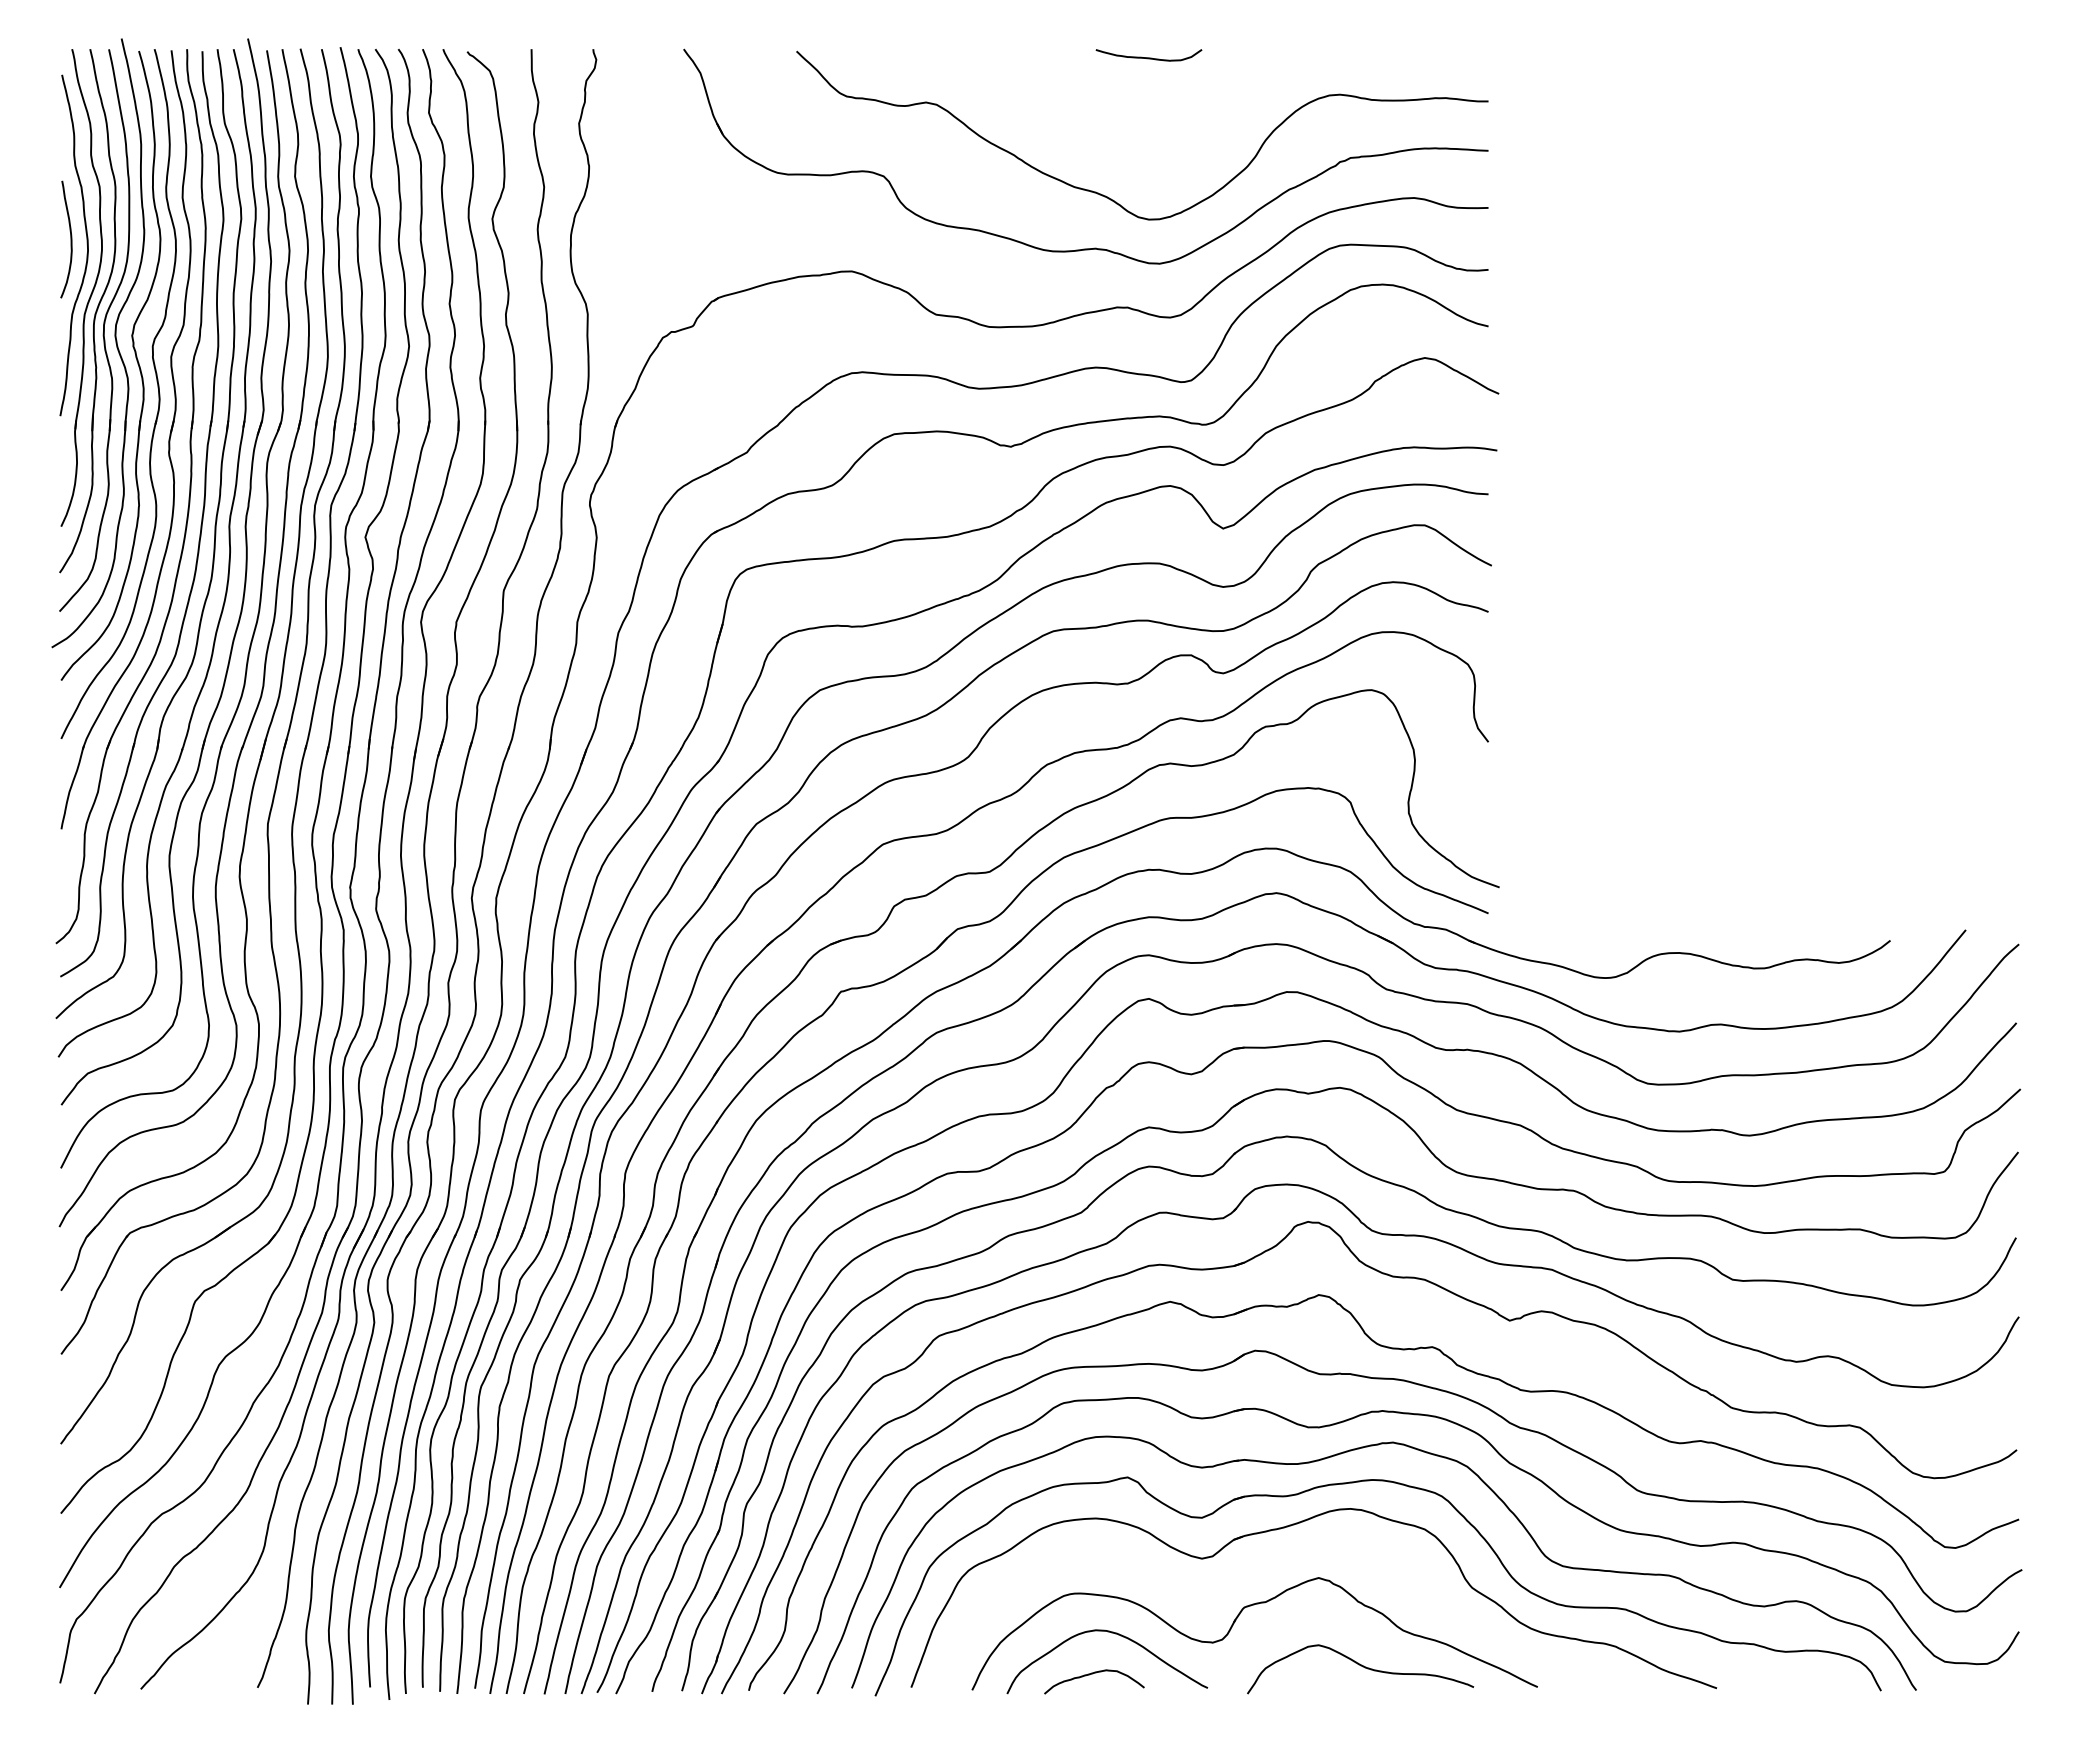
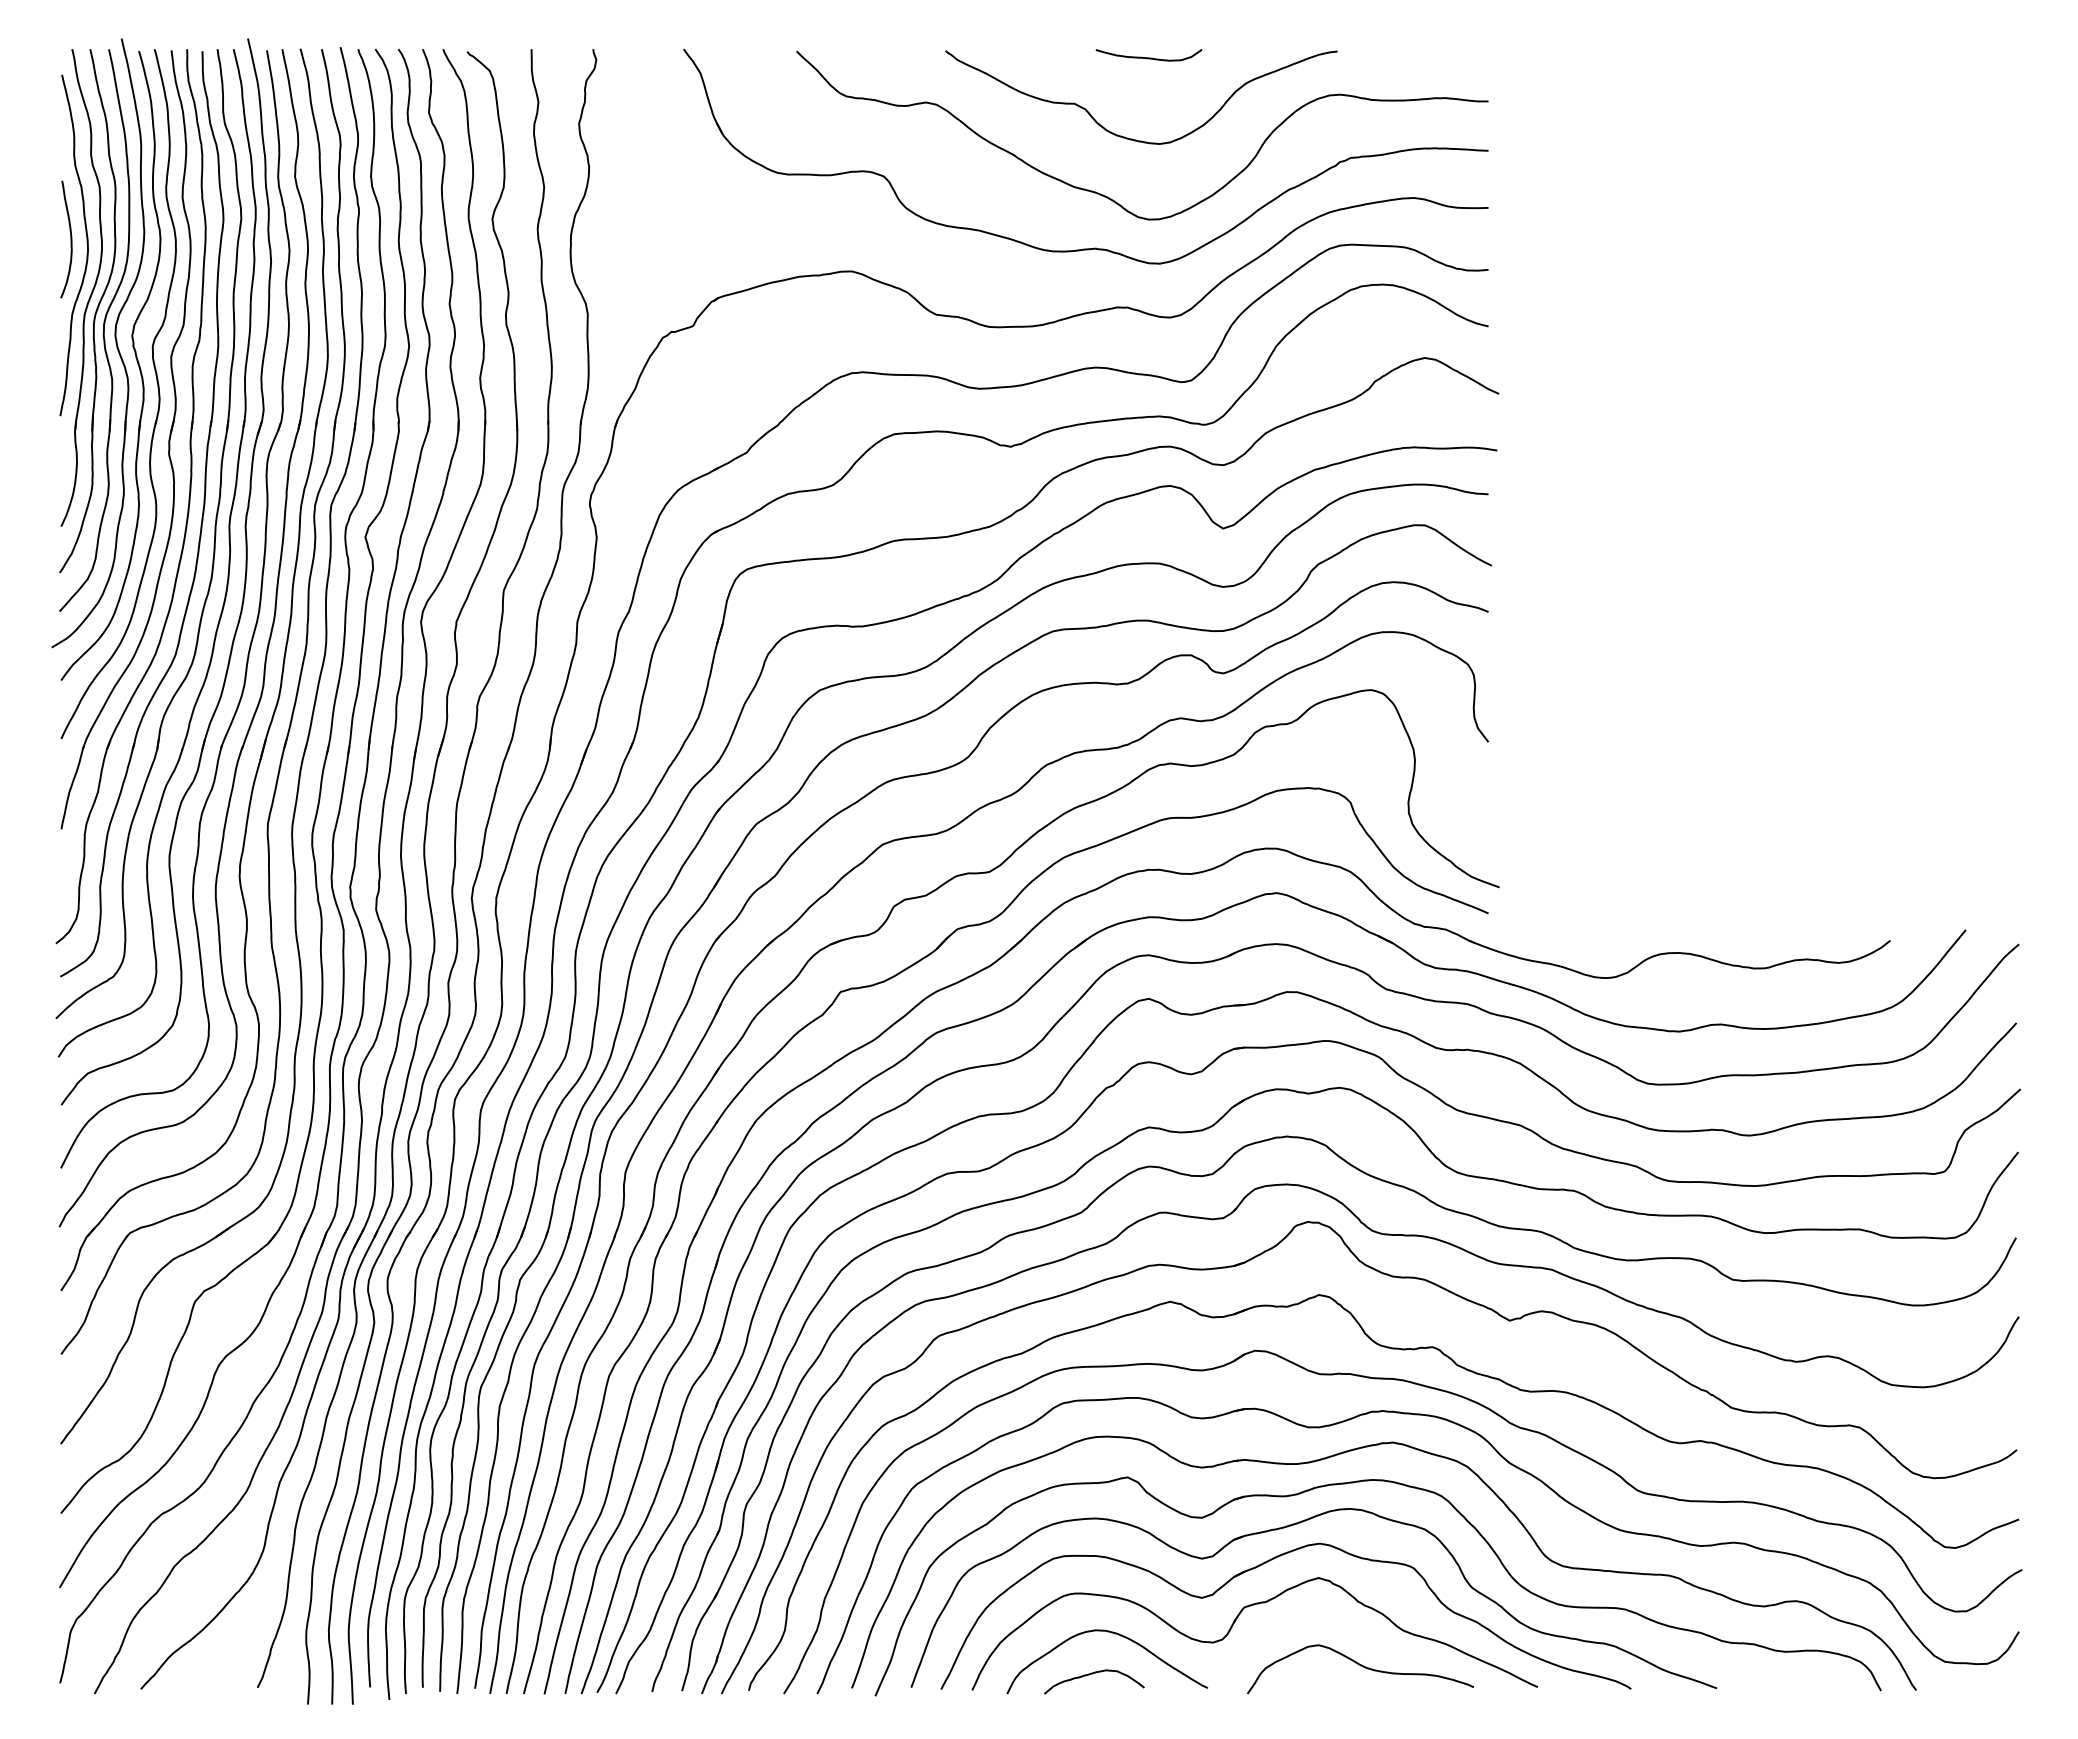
curve at (1132, 138): none -> present
part at (1256, 1568): none -> present
